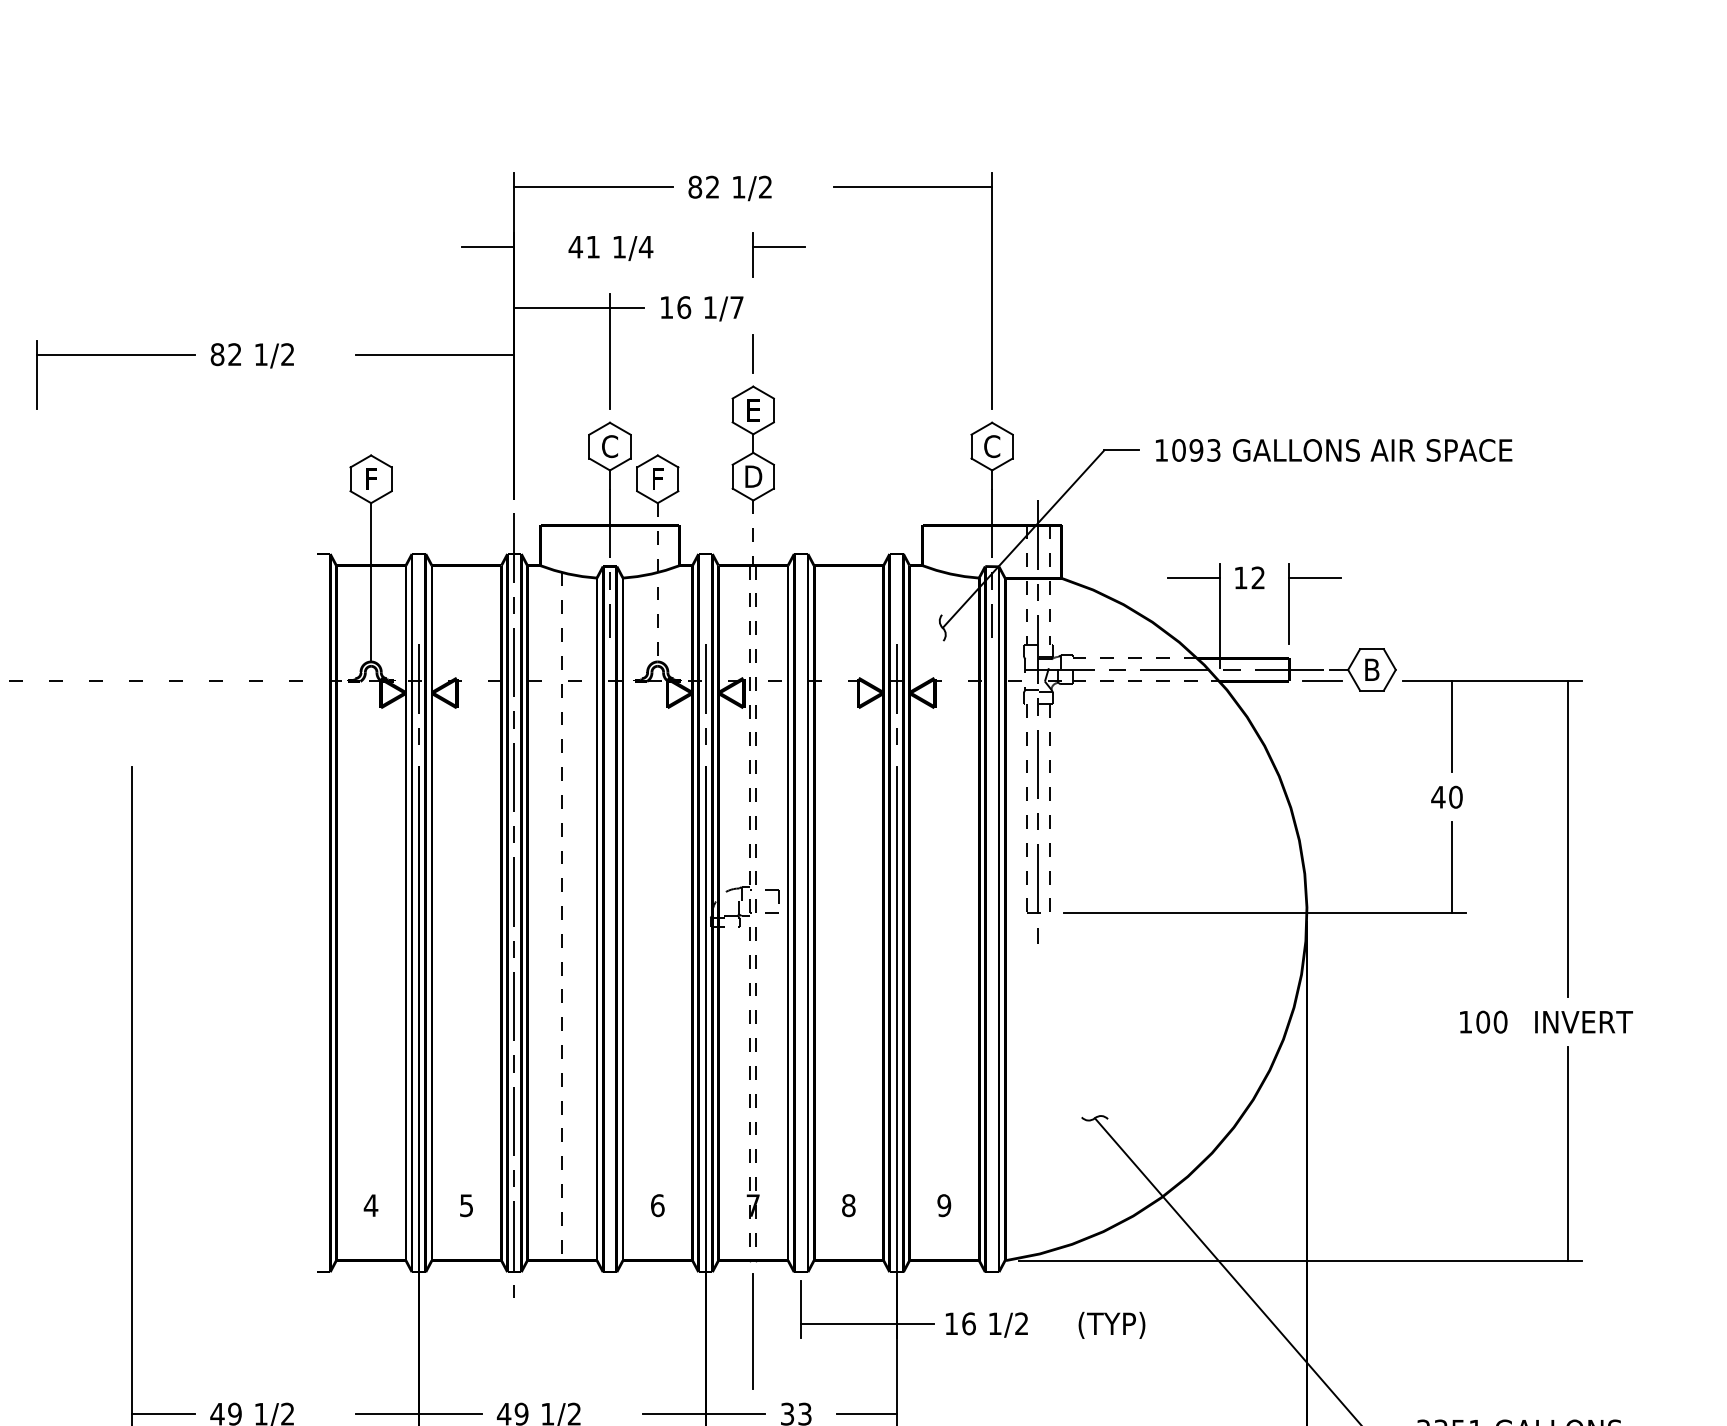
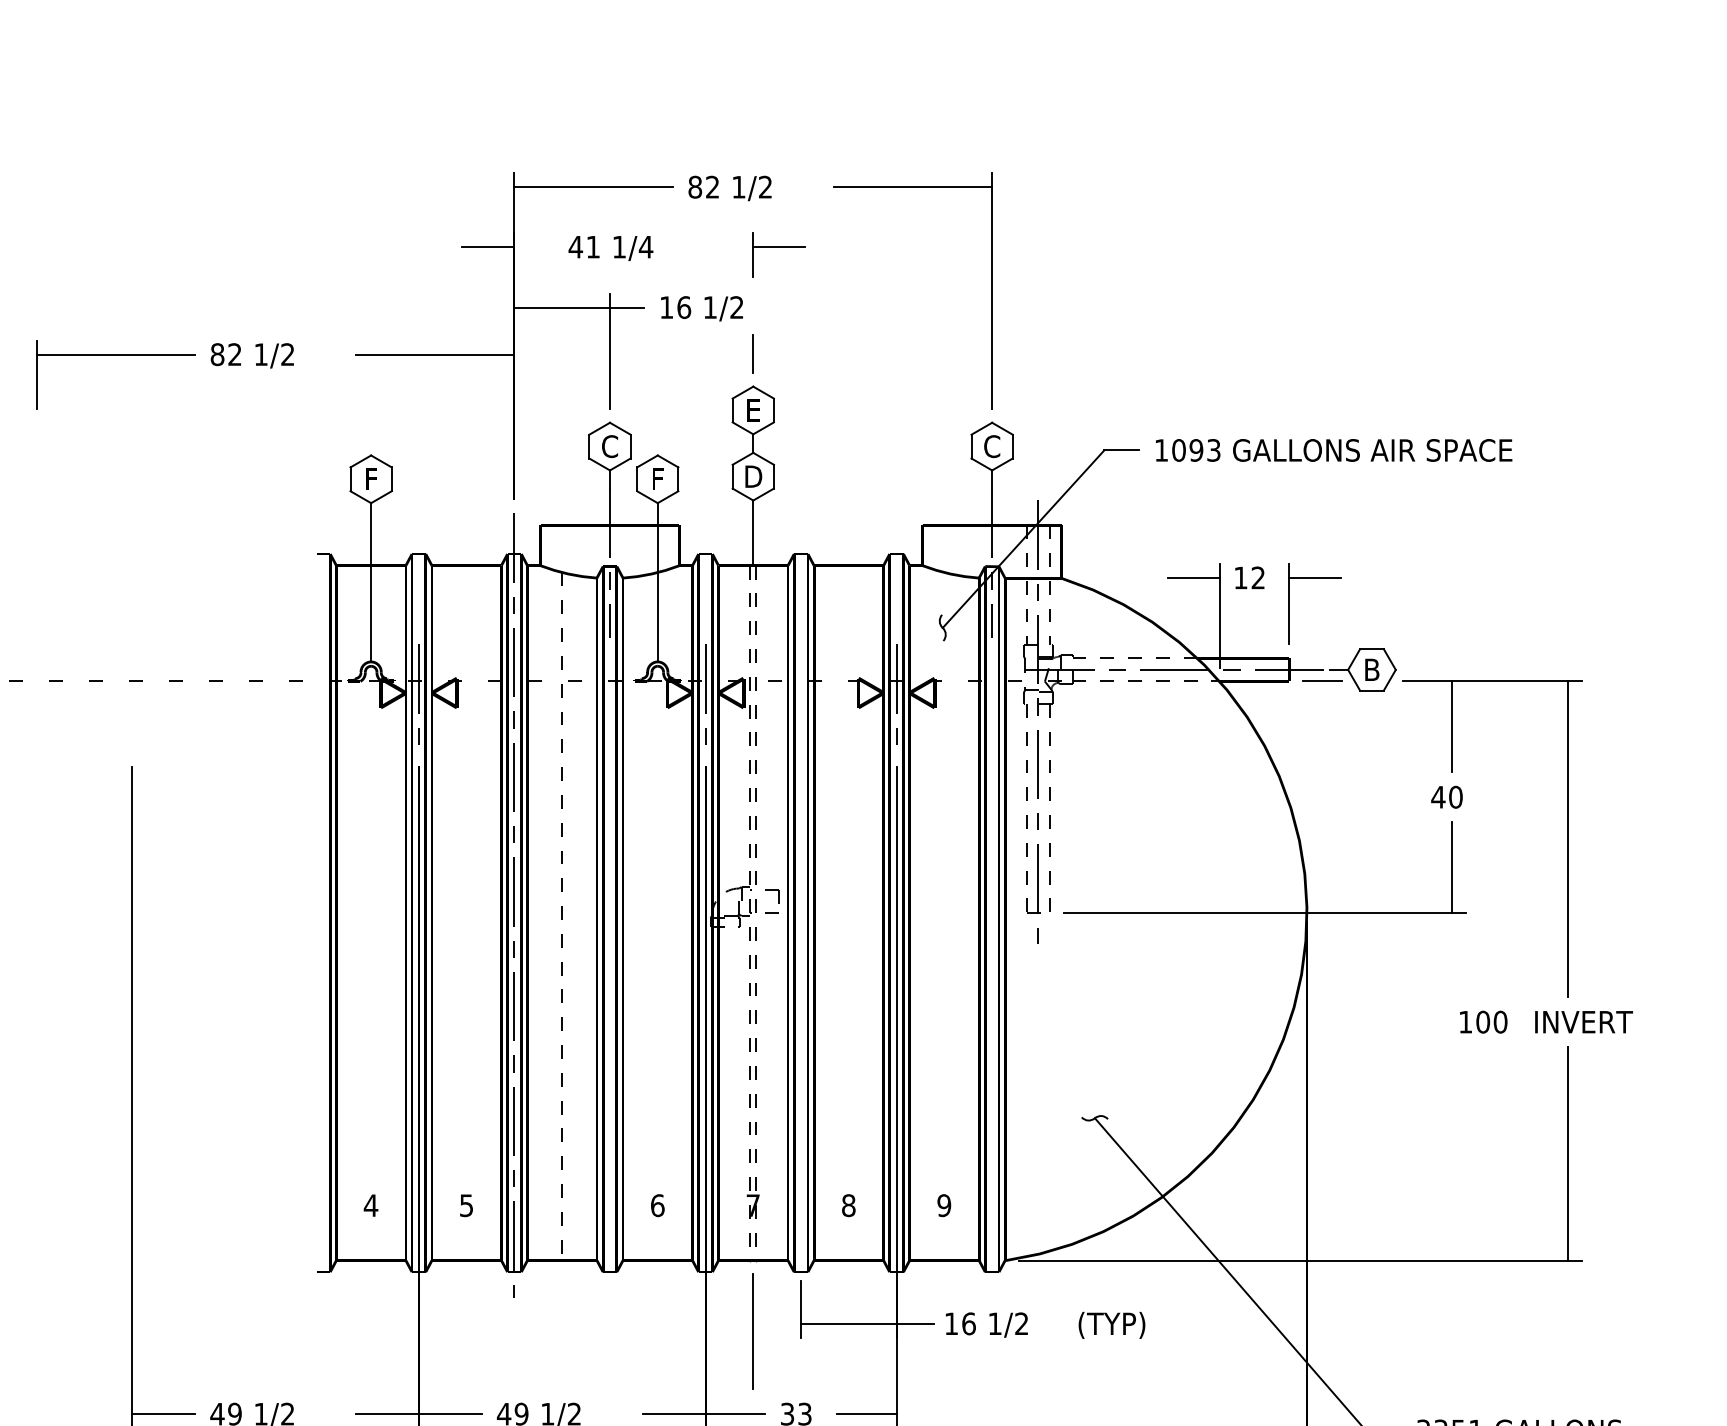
text at (736, 307): 1/7 -> 1/2
line at (753, 533): dashed -> solid
line at (657, 583): dashed -> solid
